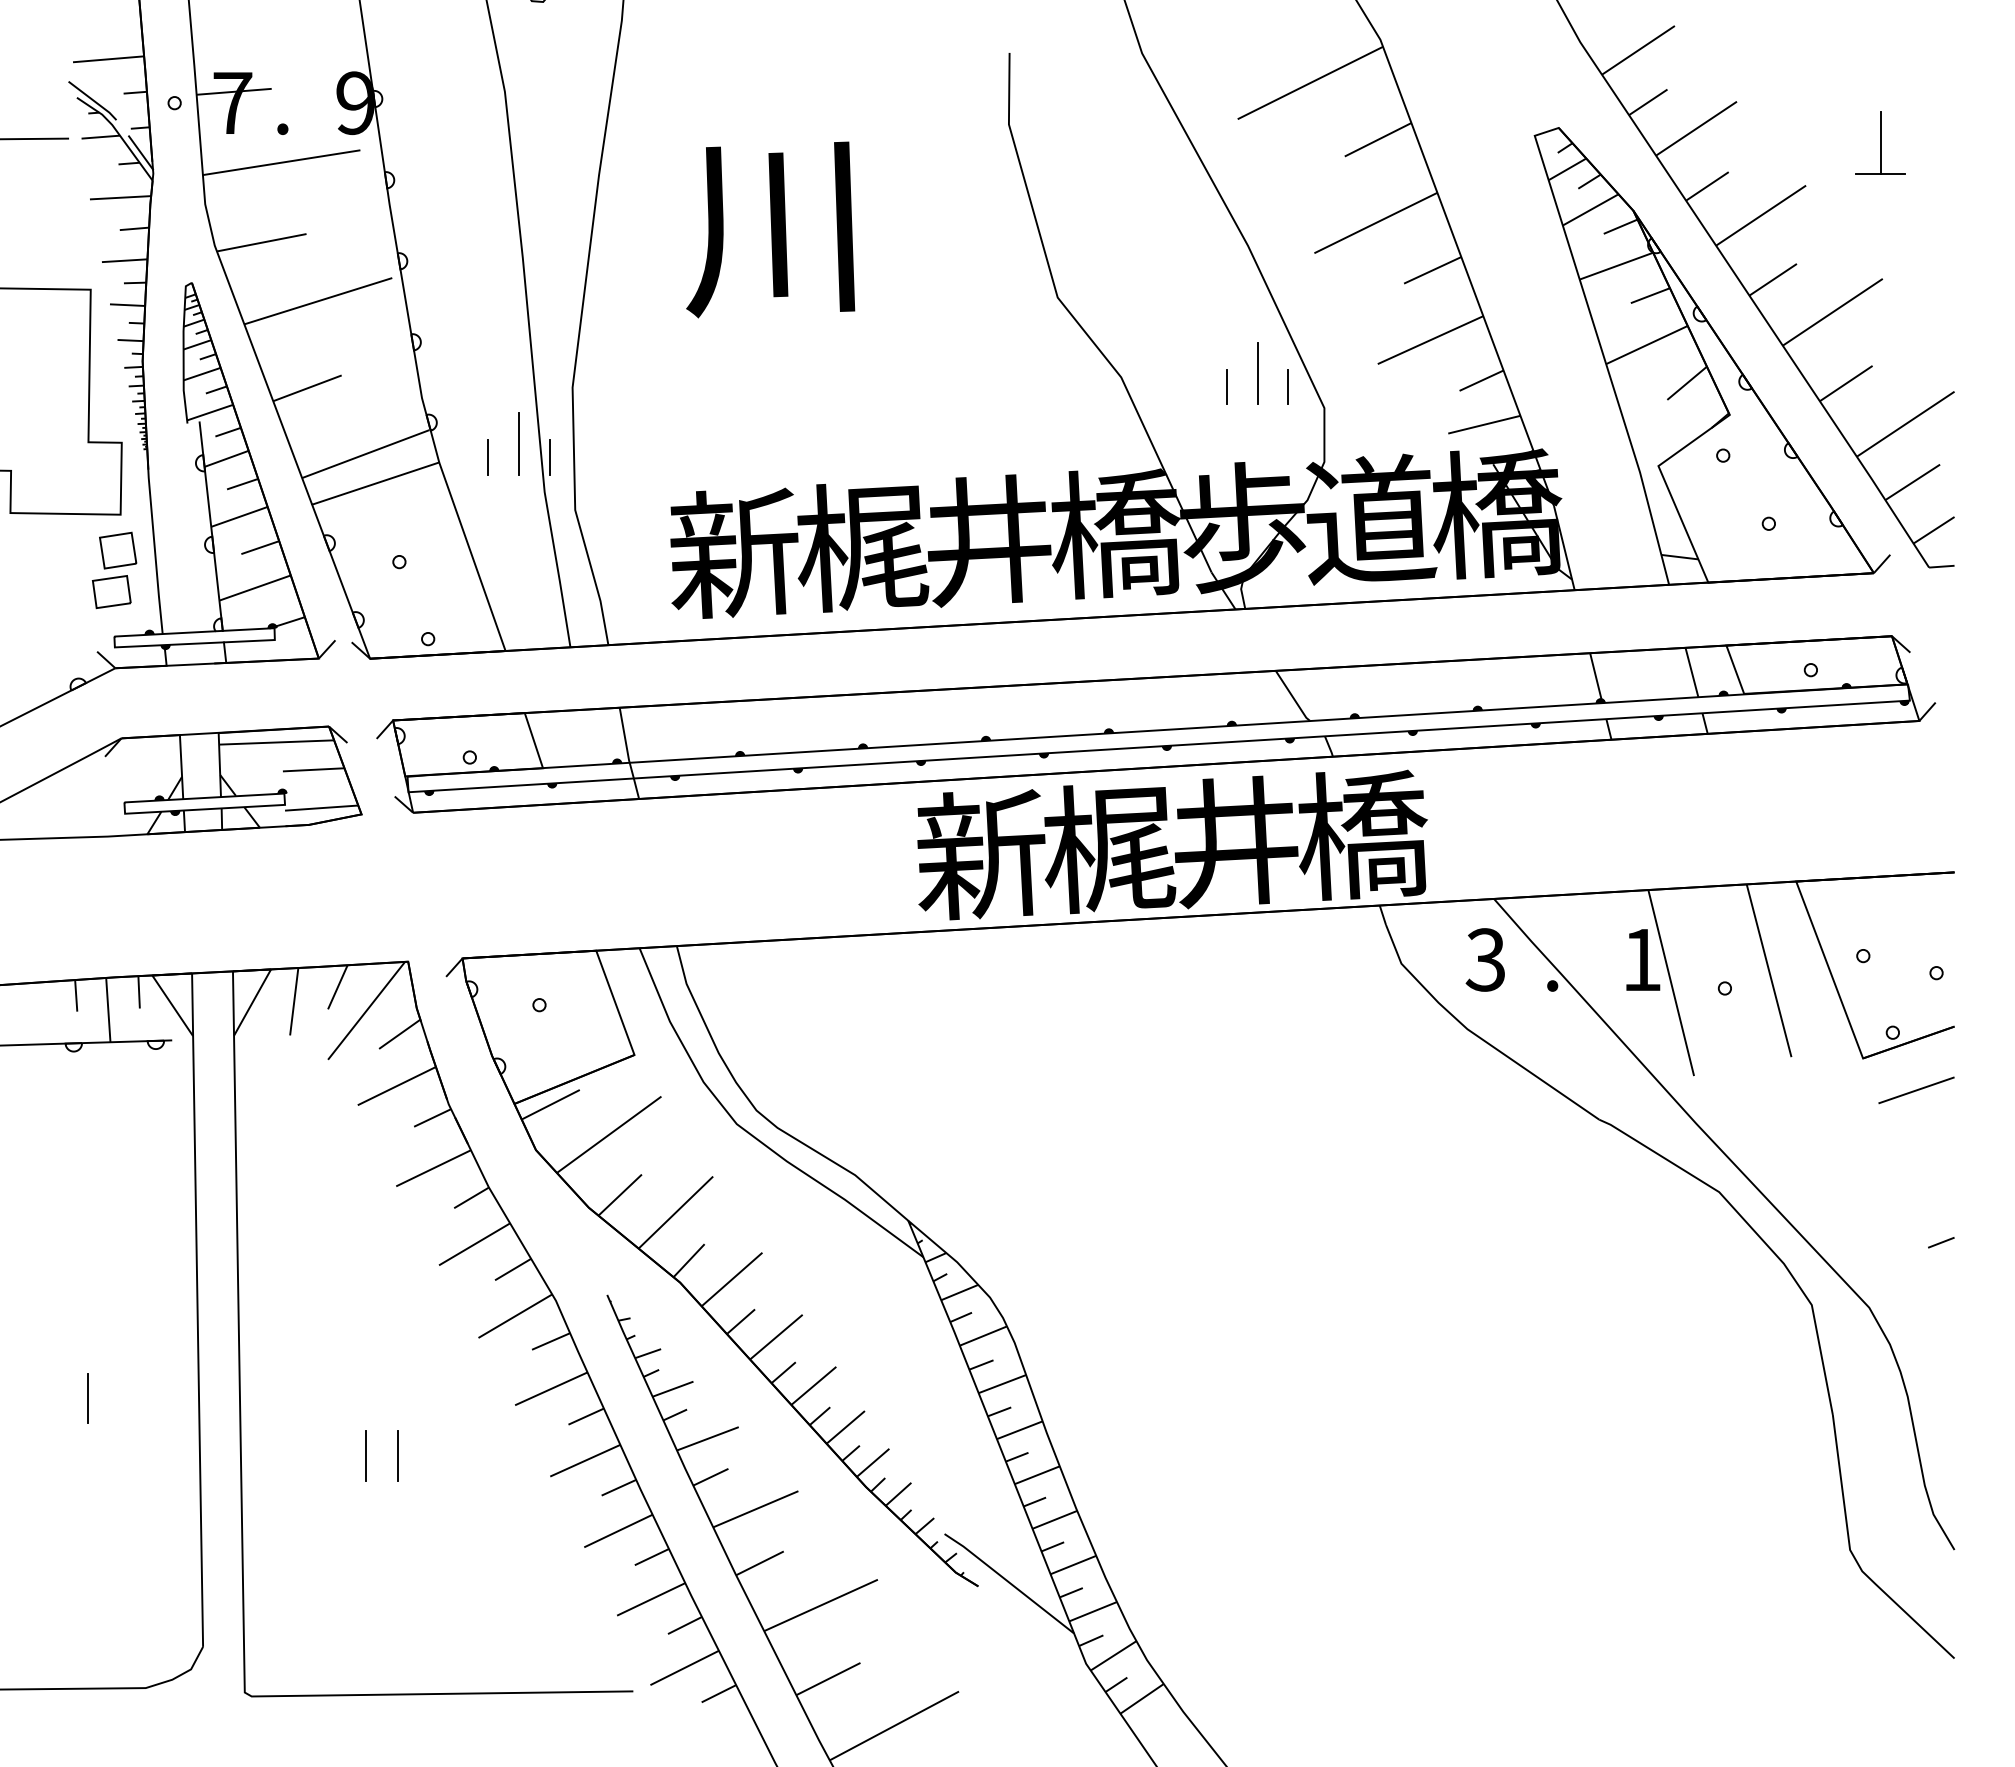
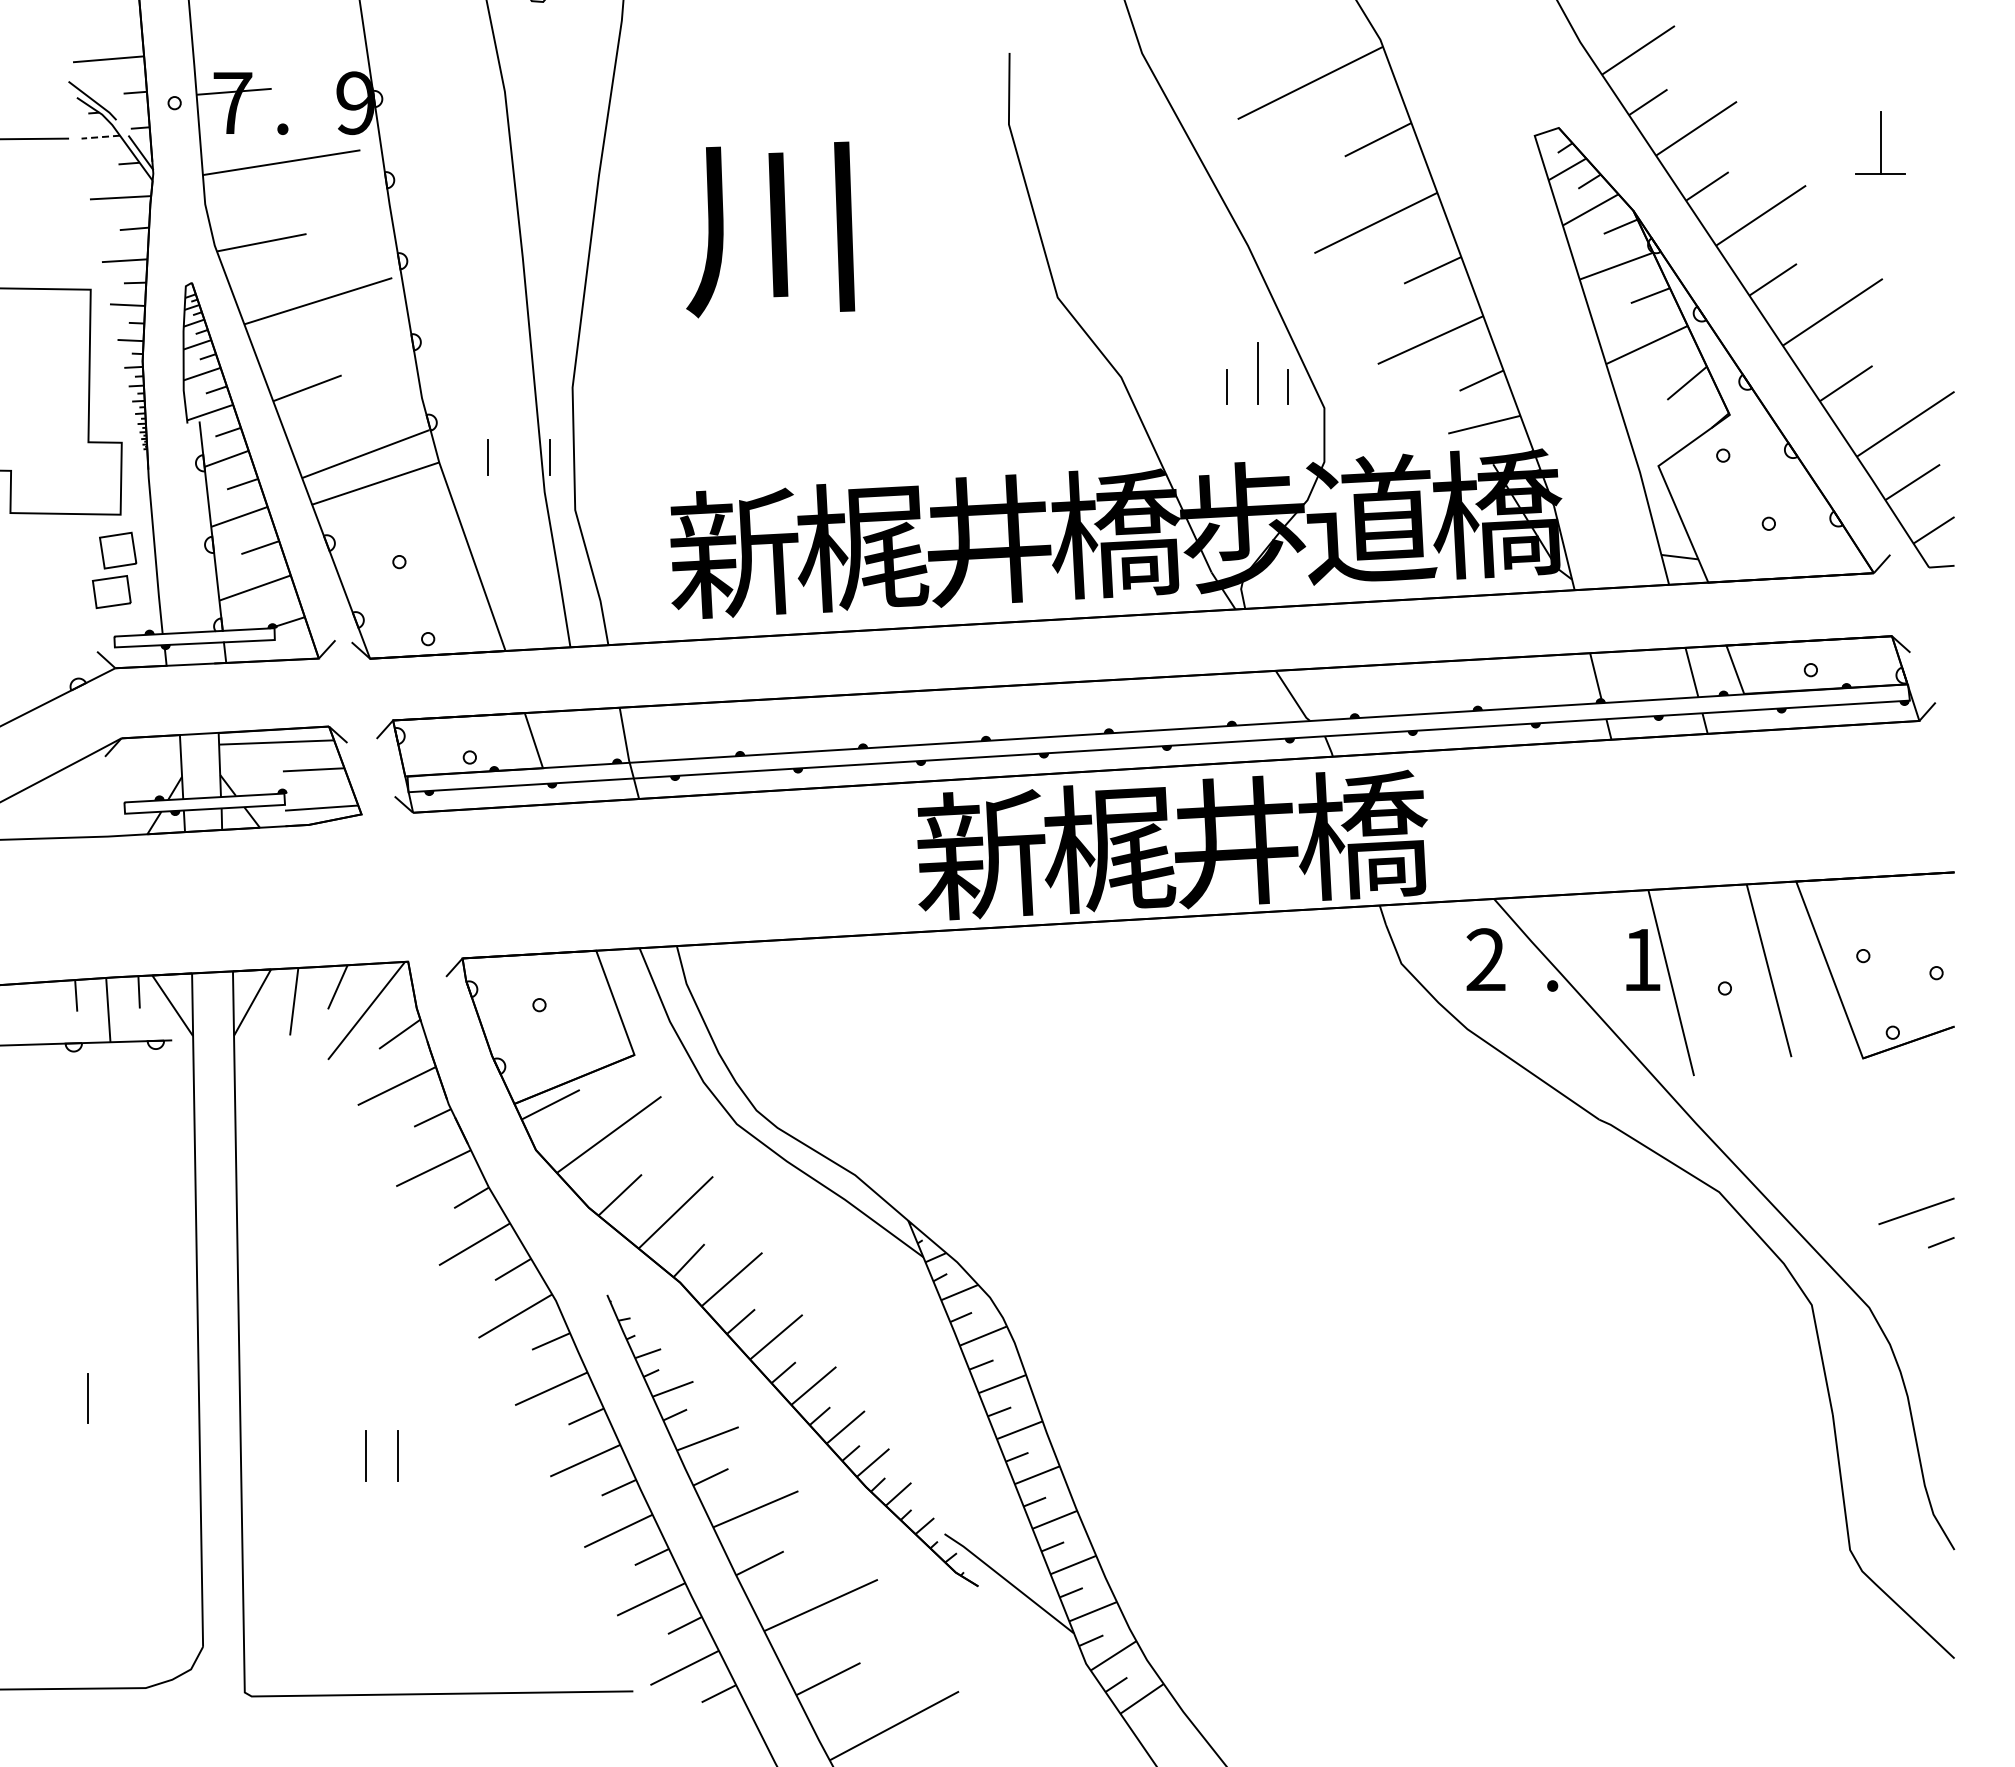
line at (100, 137): solid -> dashed
line at (519, 443): present -> none
text at (1485, 959): 3 -> 2
line at (1916, 1090) position: (1916, 1090) -> (1916, 1211)
